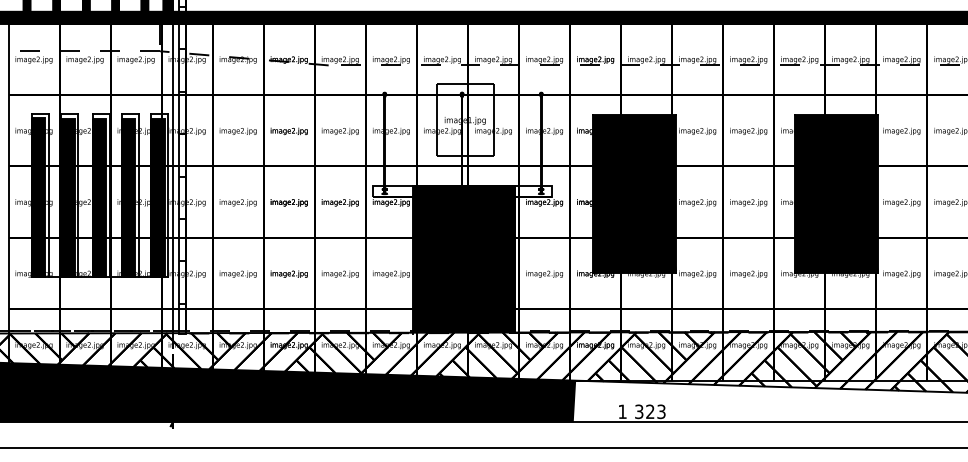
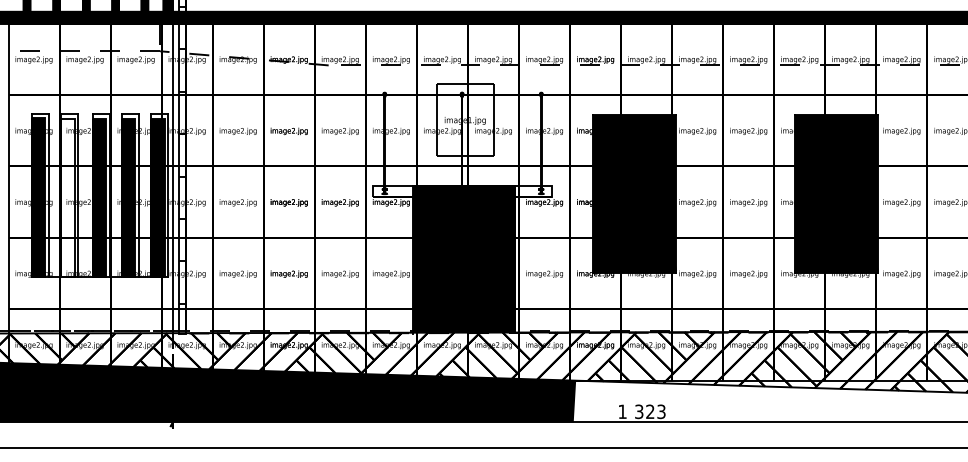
fill at (67, 197): present -> none
